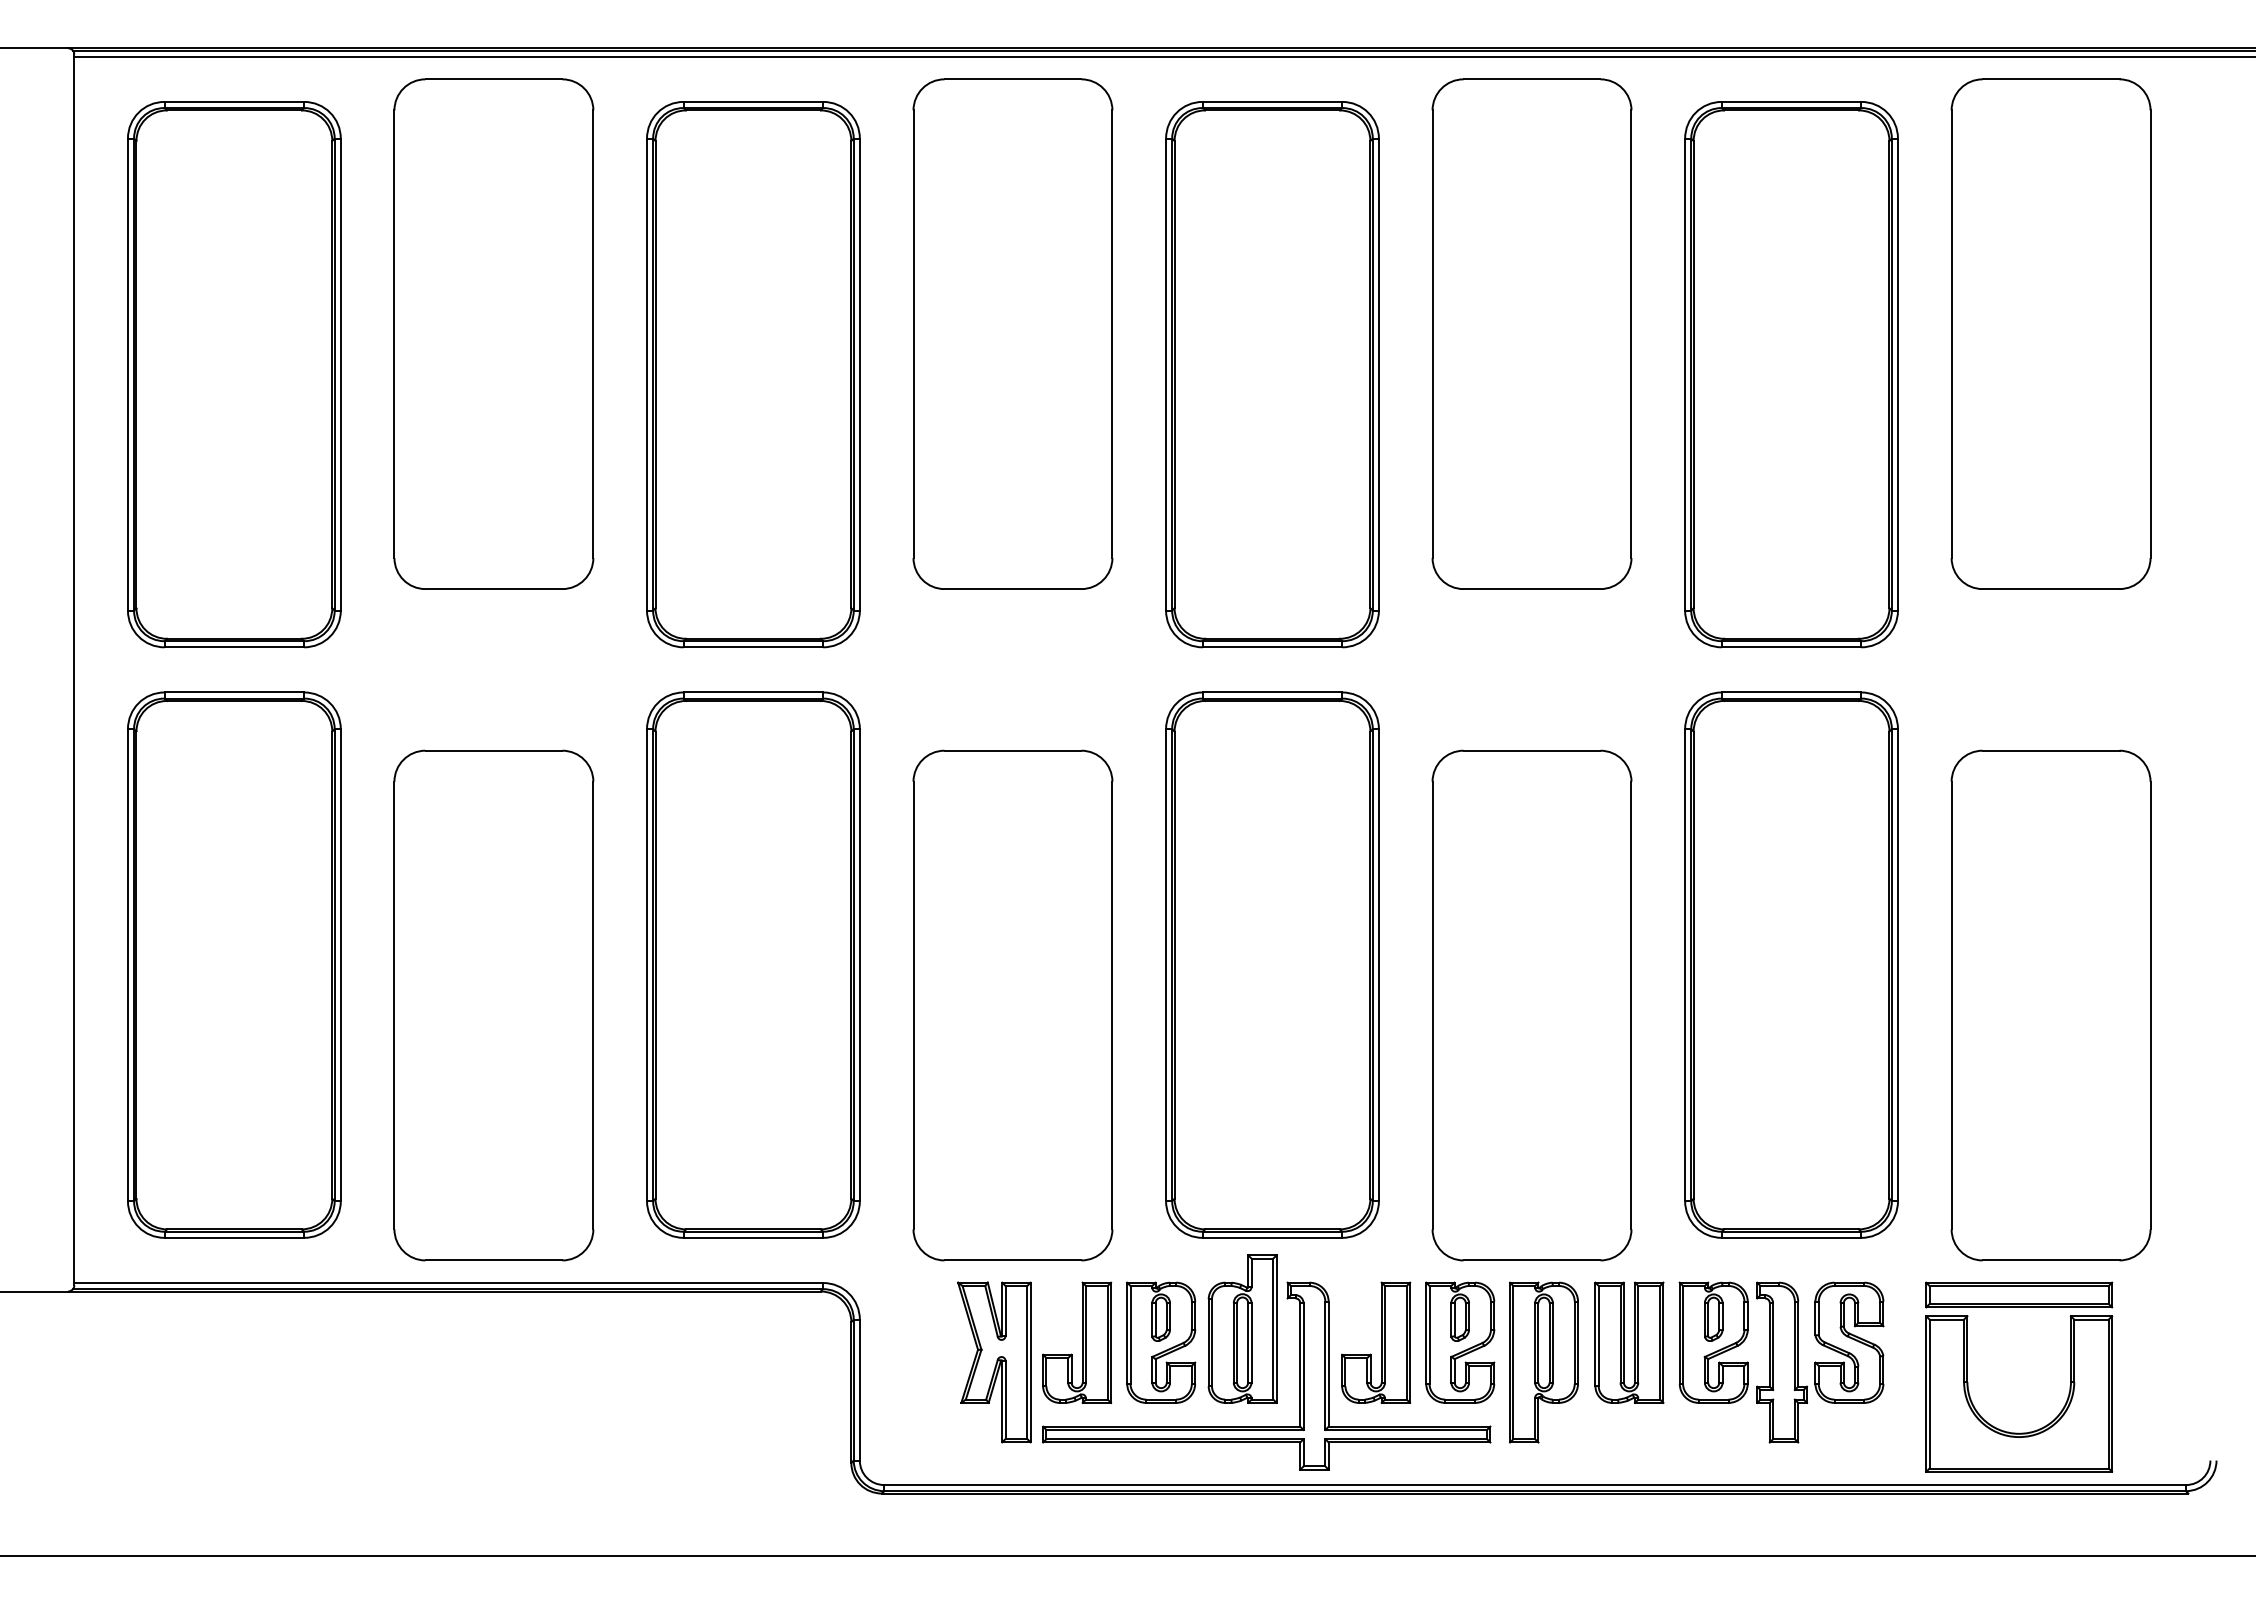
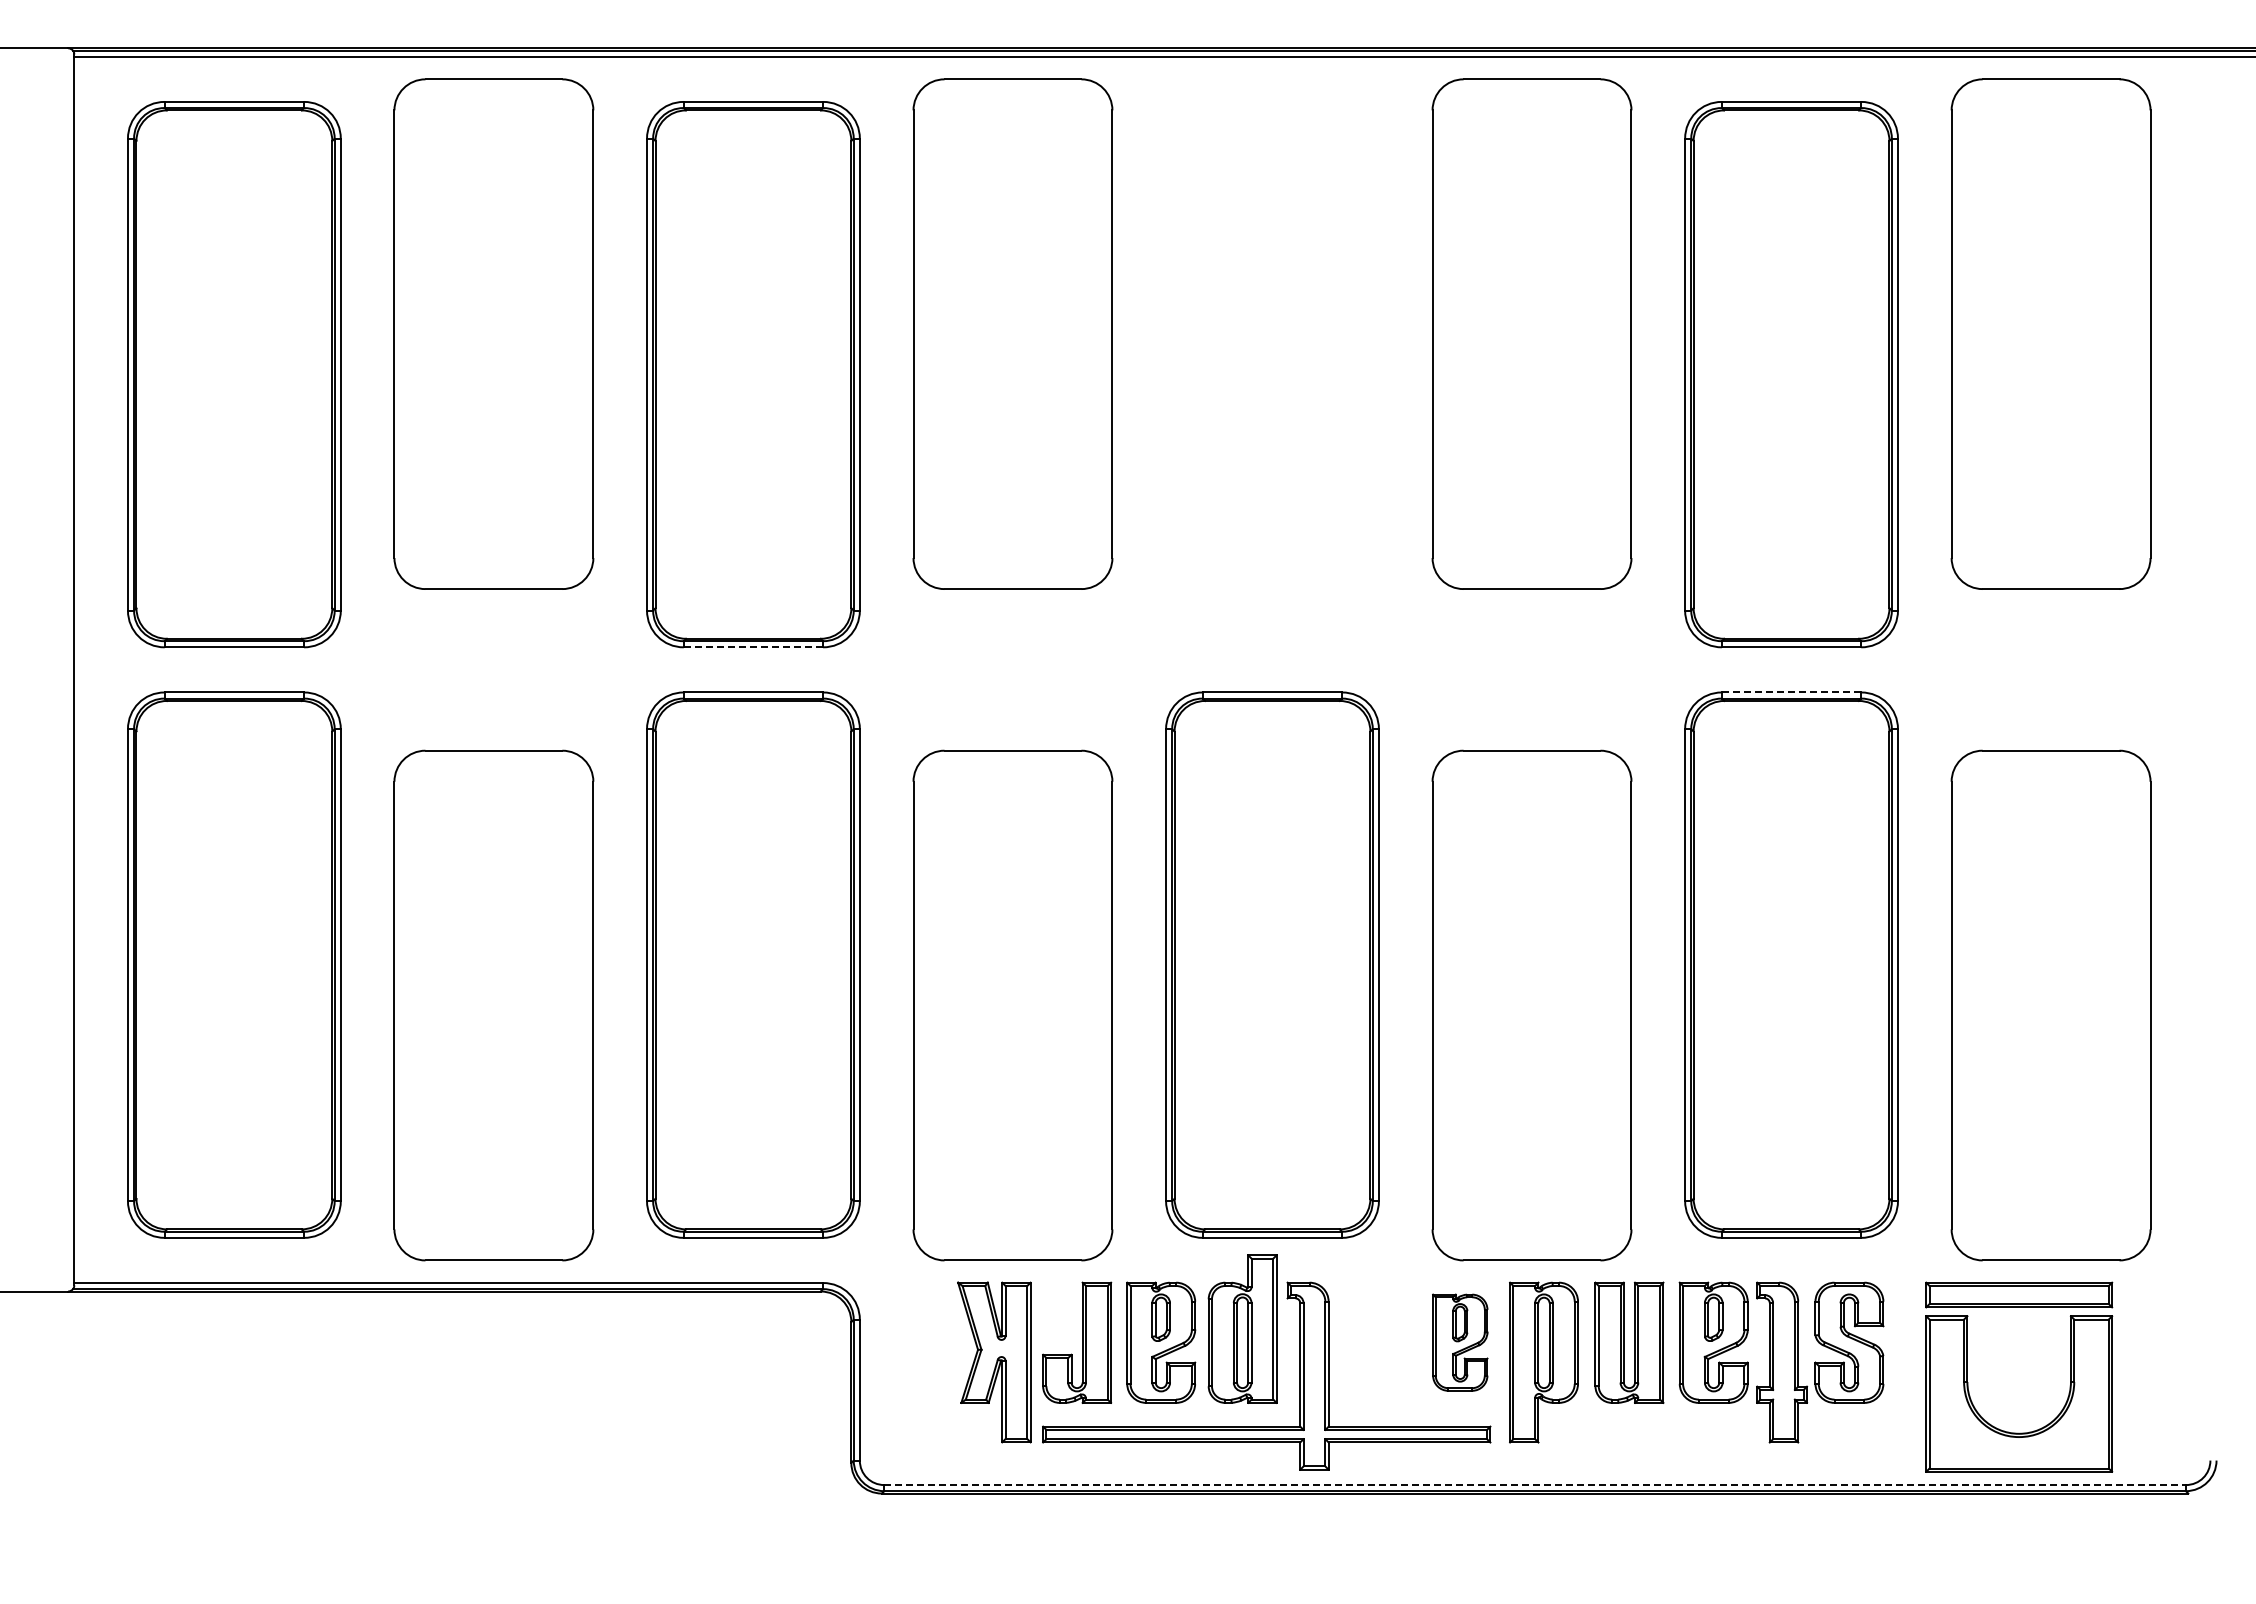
part at (1272, 374): present -> none
line at (753, 647): solid -> dashed
line at (1791, 692): solid -> dashed
part at (1376, 1342): present -> none
part at (1460, 1342) size: 71x123 px -> 57x99 px
line at (1535, 1485): solid -> dashed
line at (1127, 1555): present -> none
